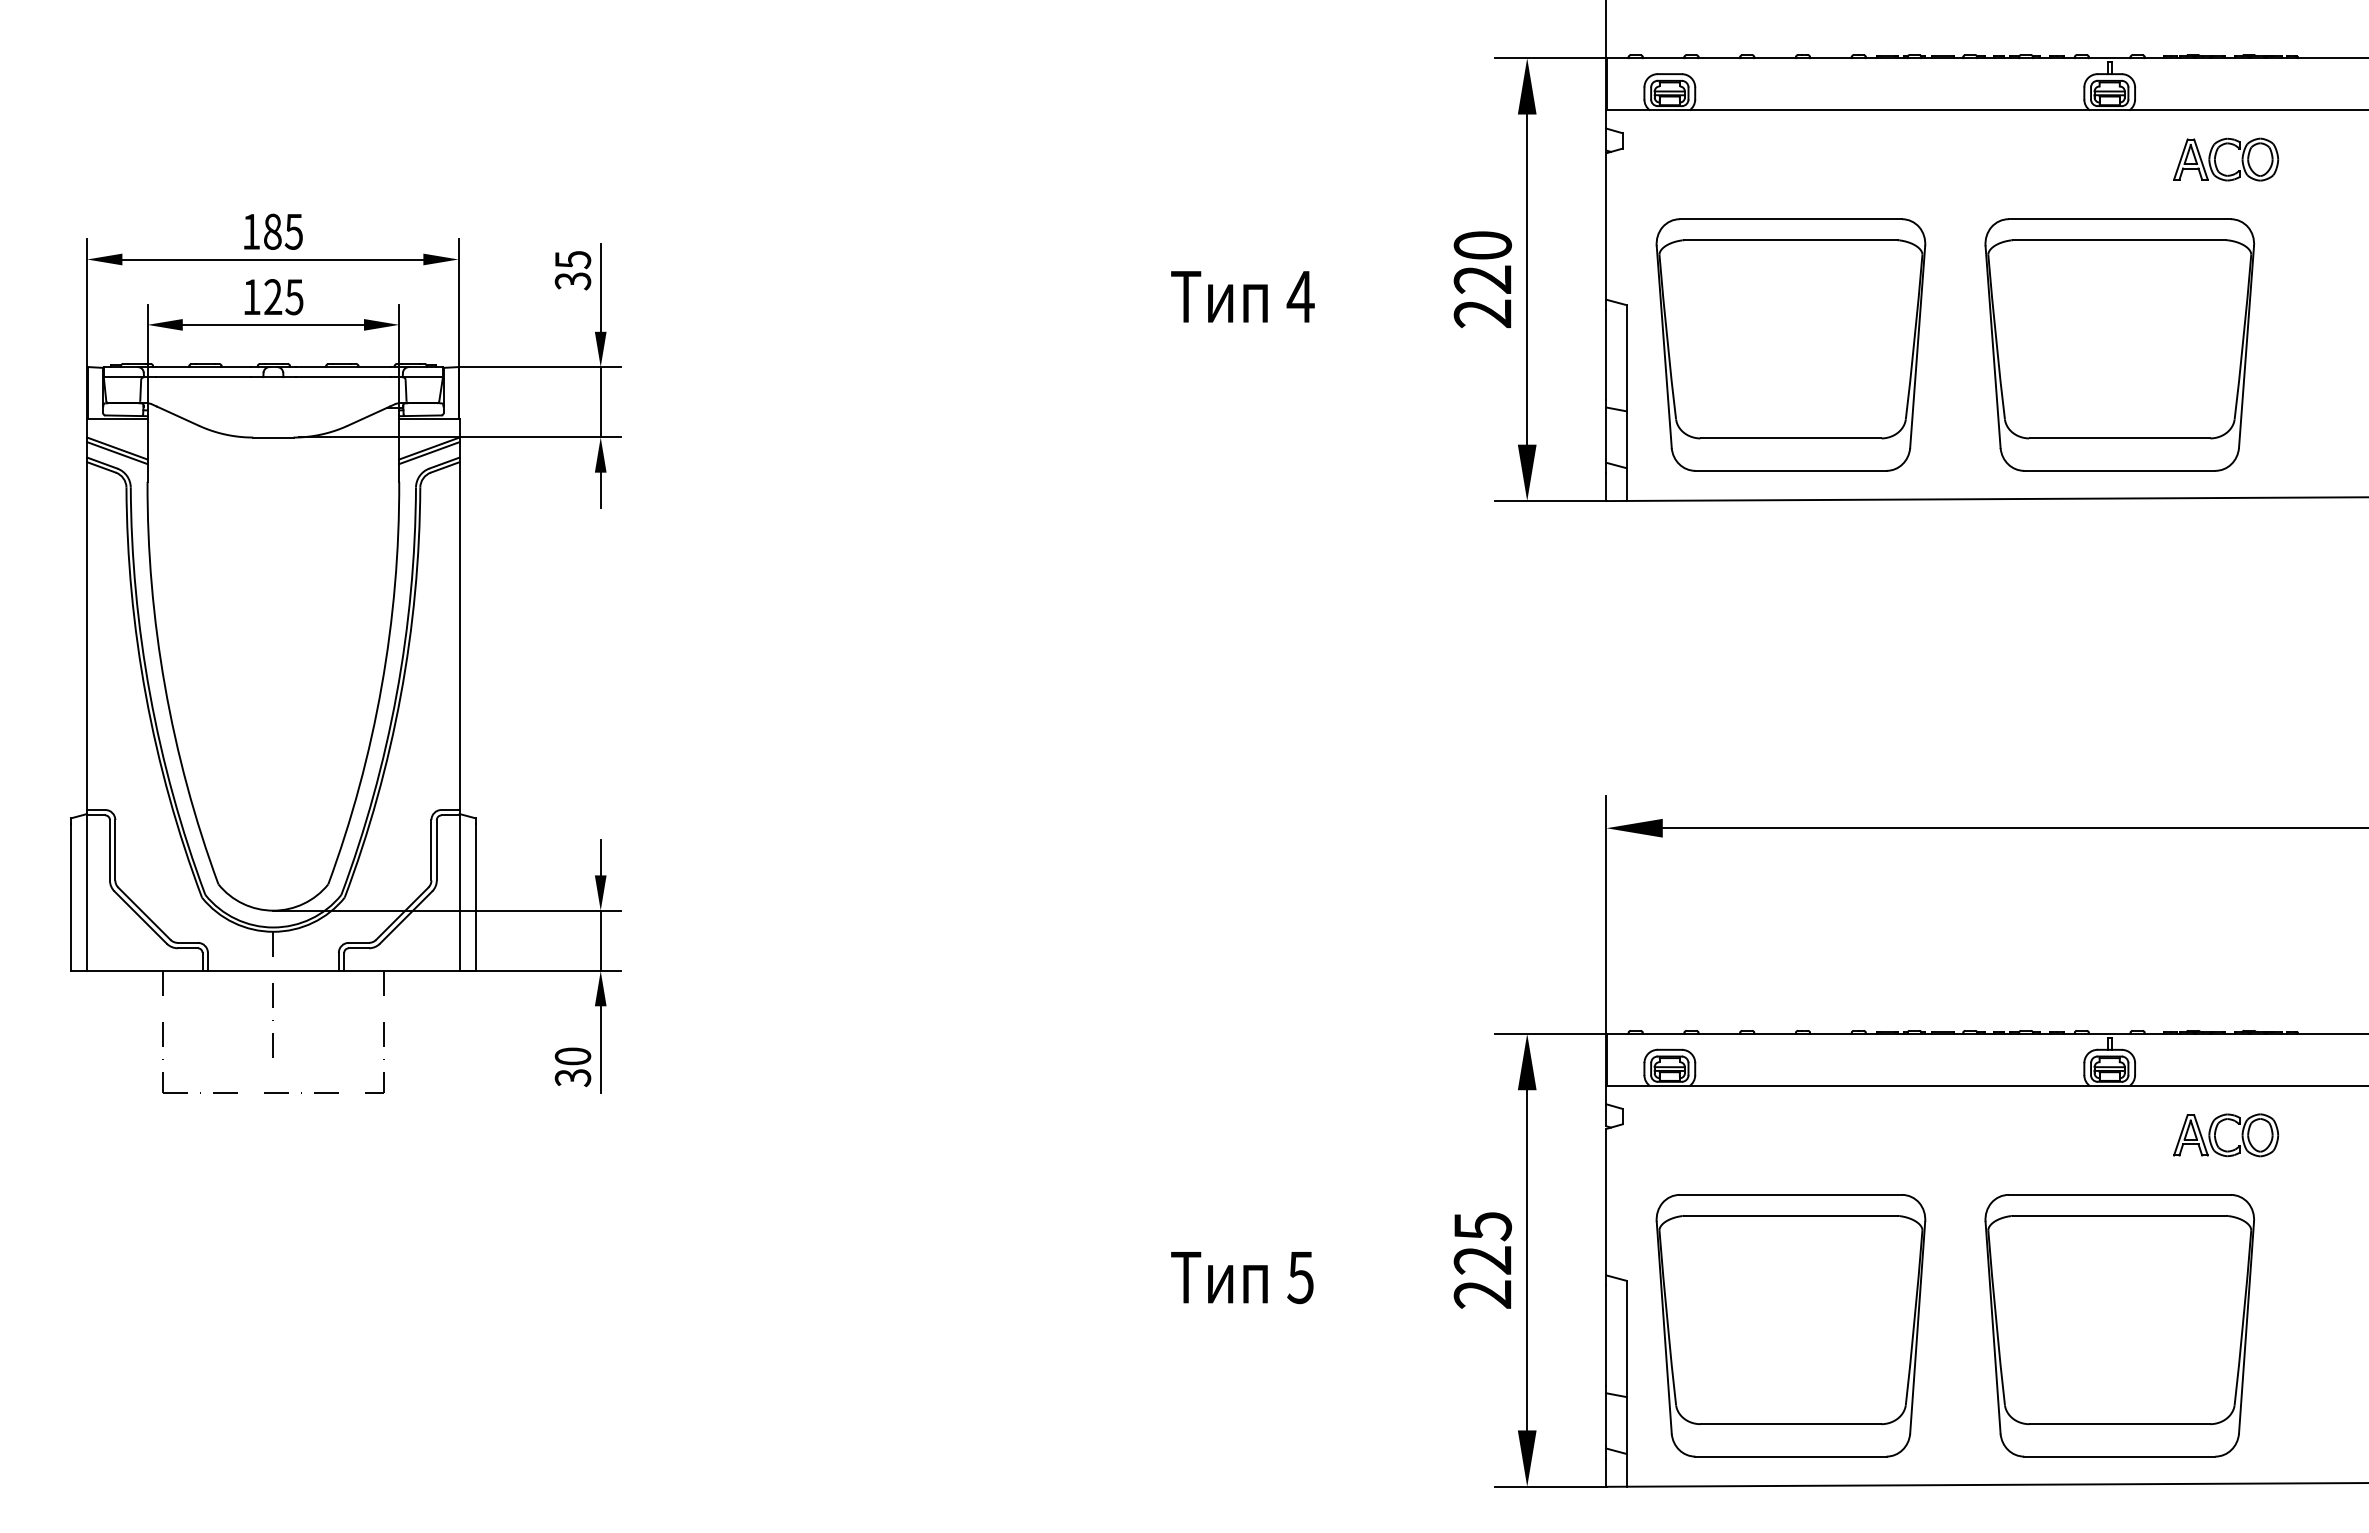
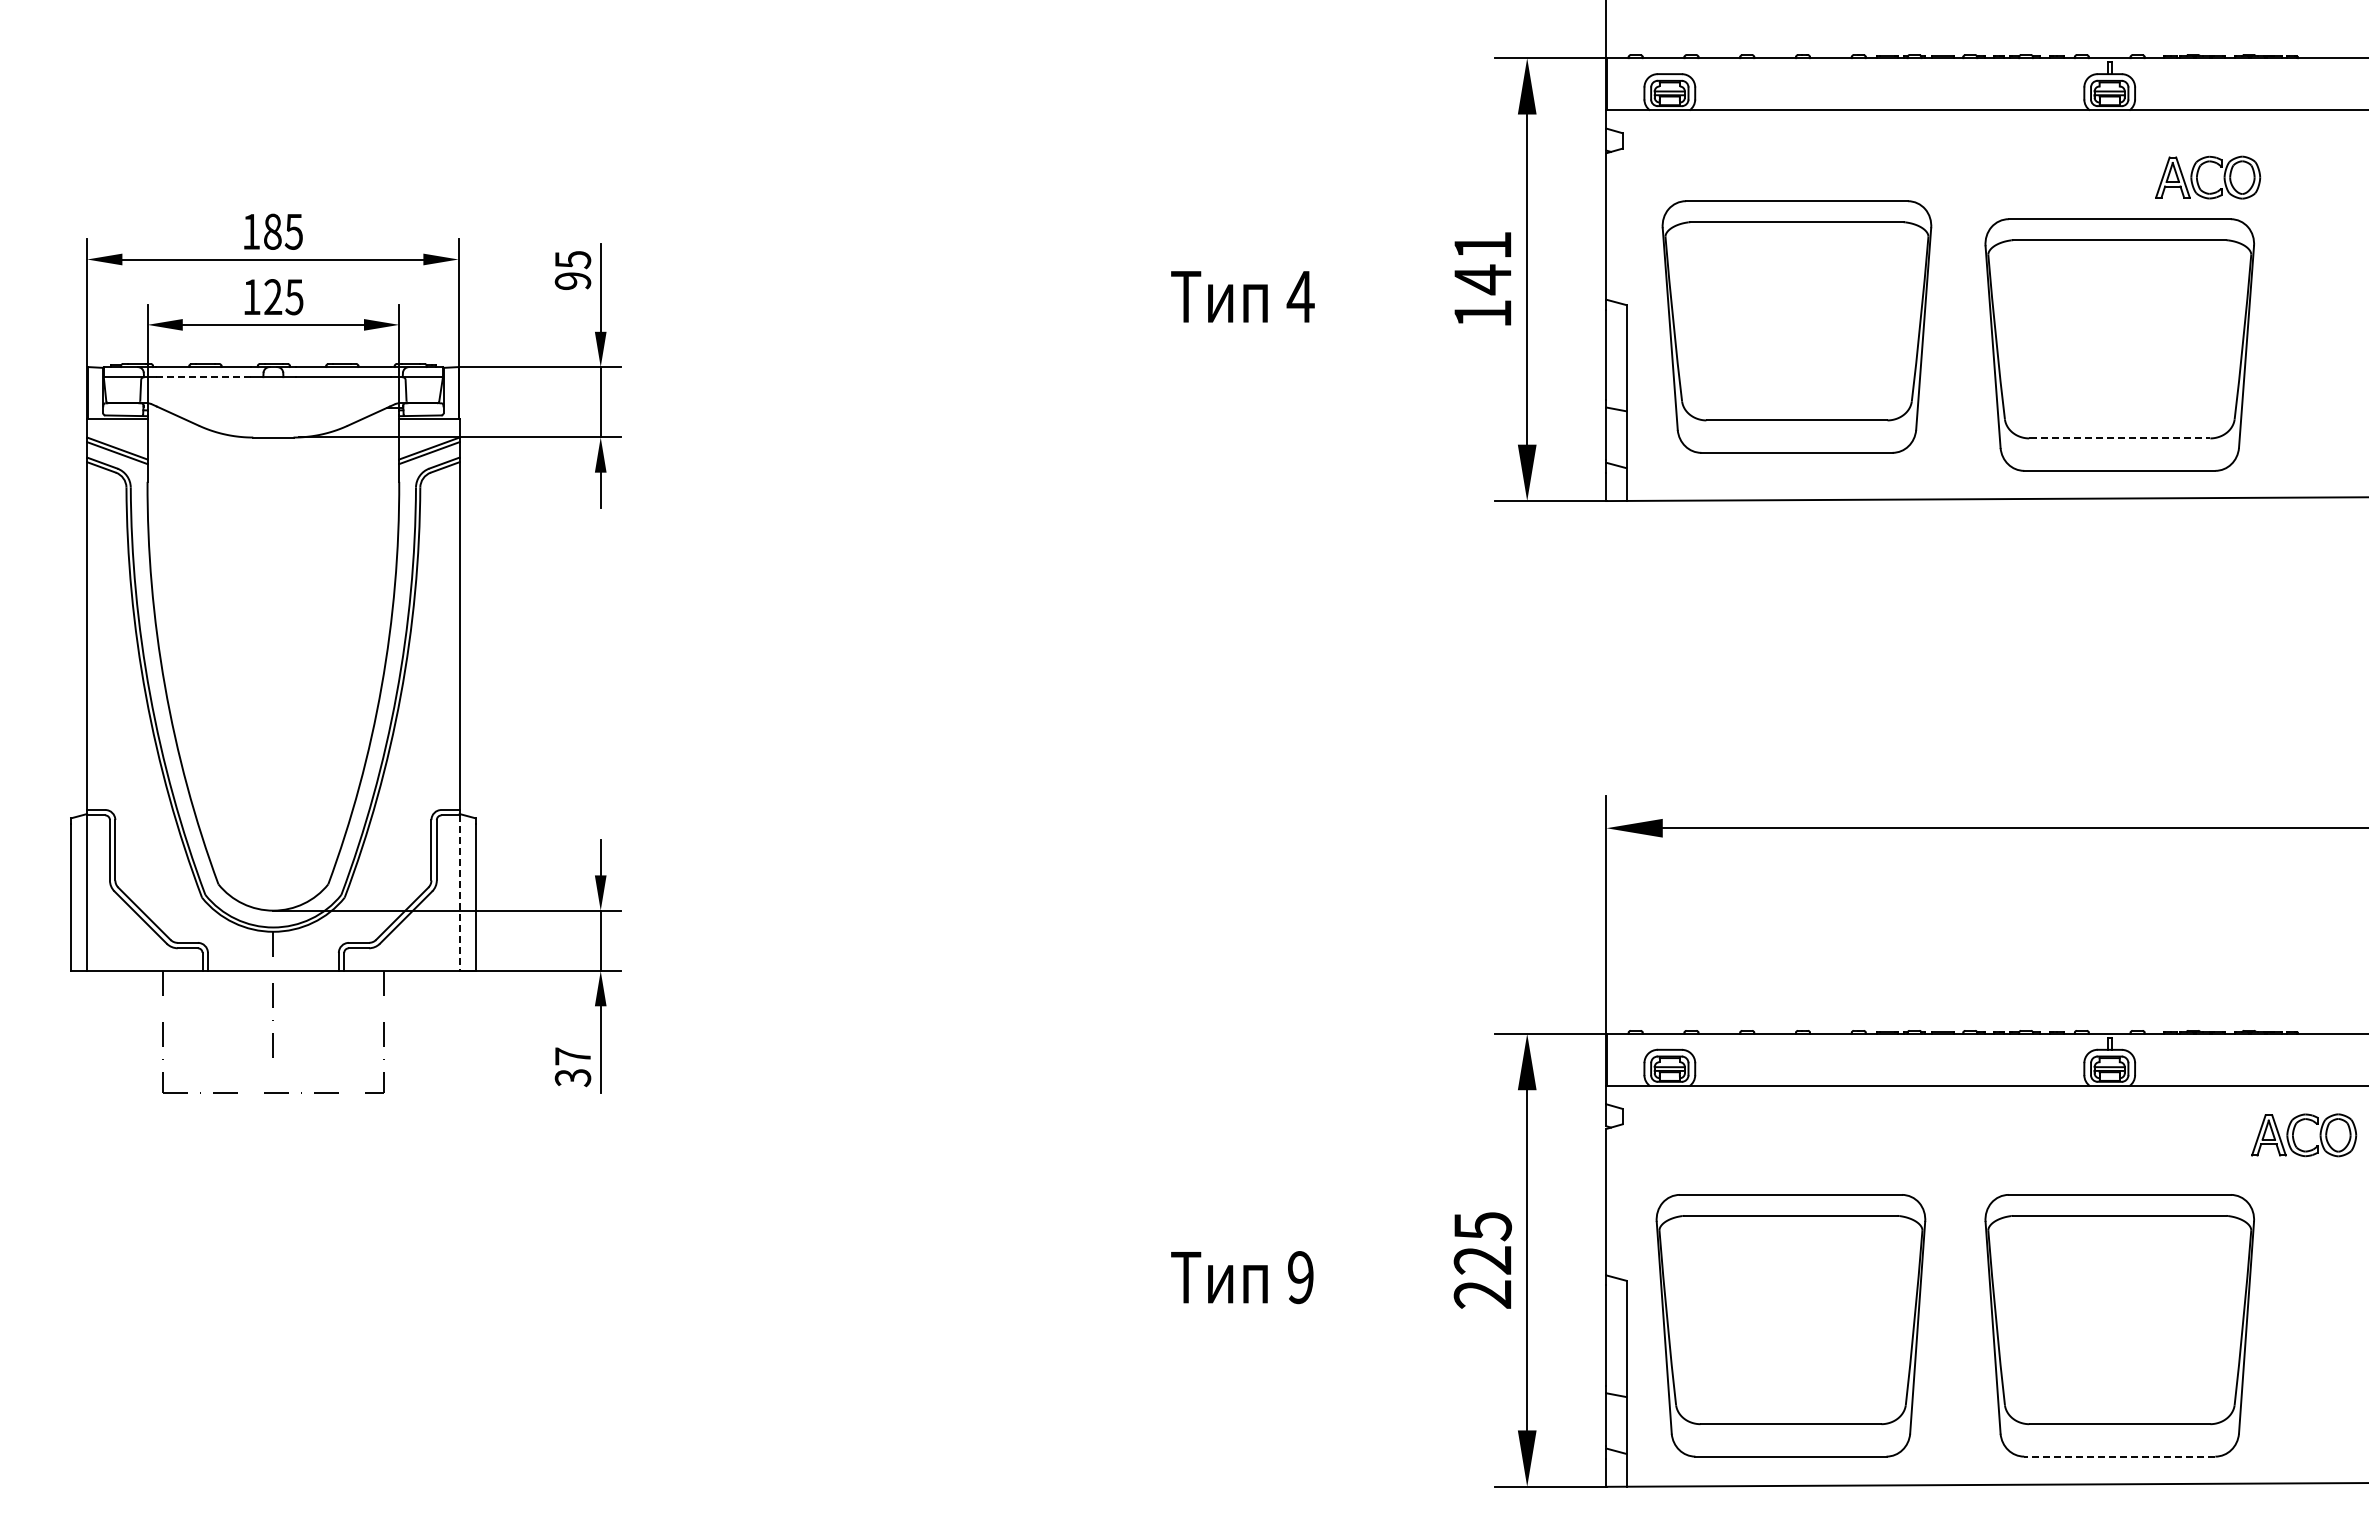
part at (2216, 156) position: (2216, 156) -> (2198, 174)
text at (1482, 279): 220 -> 141
text at (573, 281): 35 -> 95
part at (1790, 344) position: (1790, 344) -> (1796, 326)
line at (203, 377): solid -> dashed
line at (2120, 438): solid -> dashed
line at (459, 893): solid -> dashed
text at (572, 1056): 30 -> 37
part at (2216, 1132) position: (2216, 1132) -> (2294, 1132)
text at (1300, 1277): 5 -> 9
line at (2119, 1456): solid -> dashed
